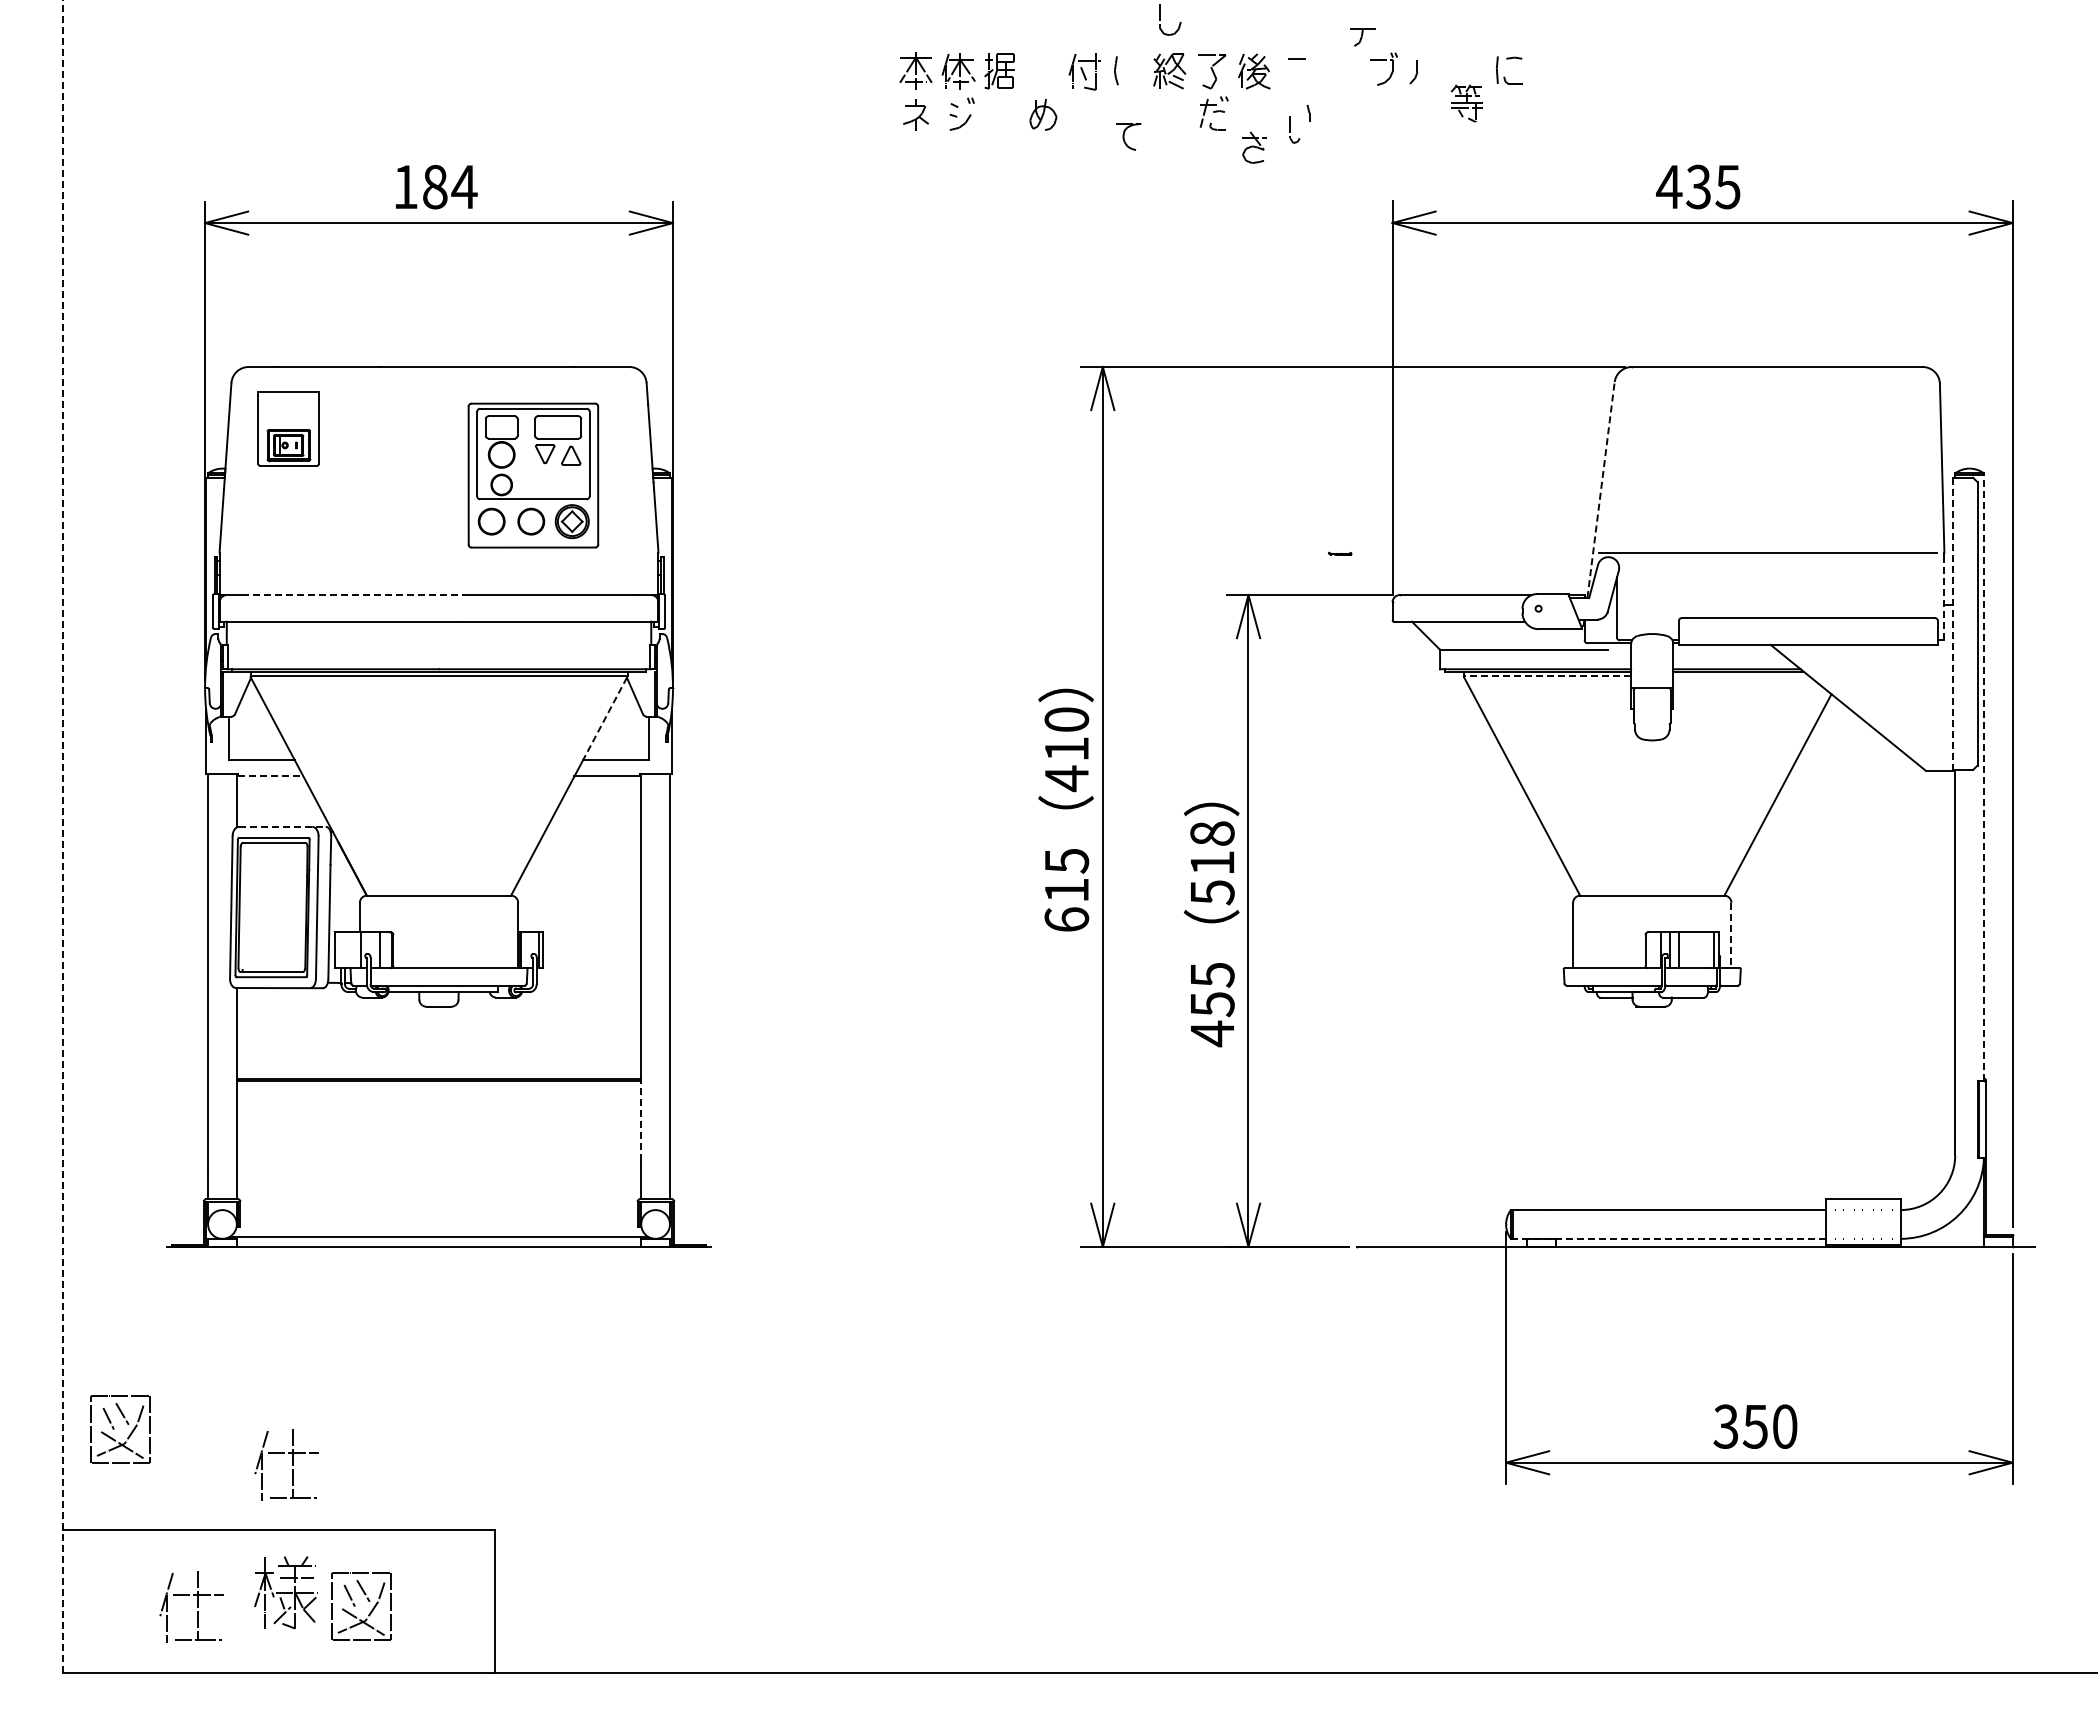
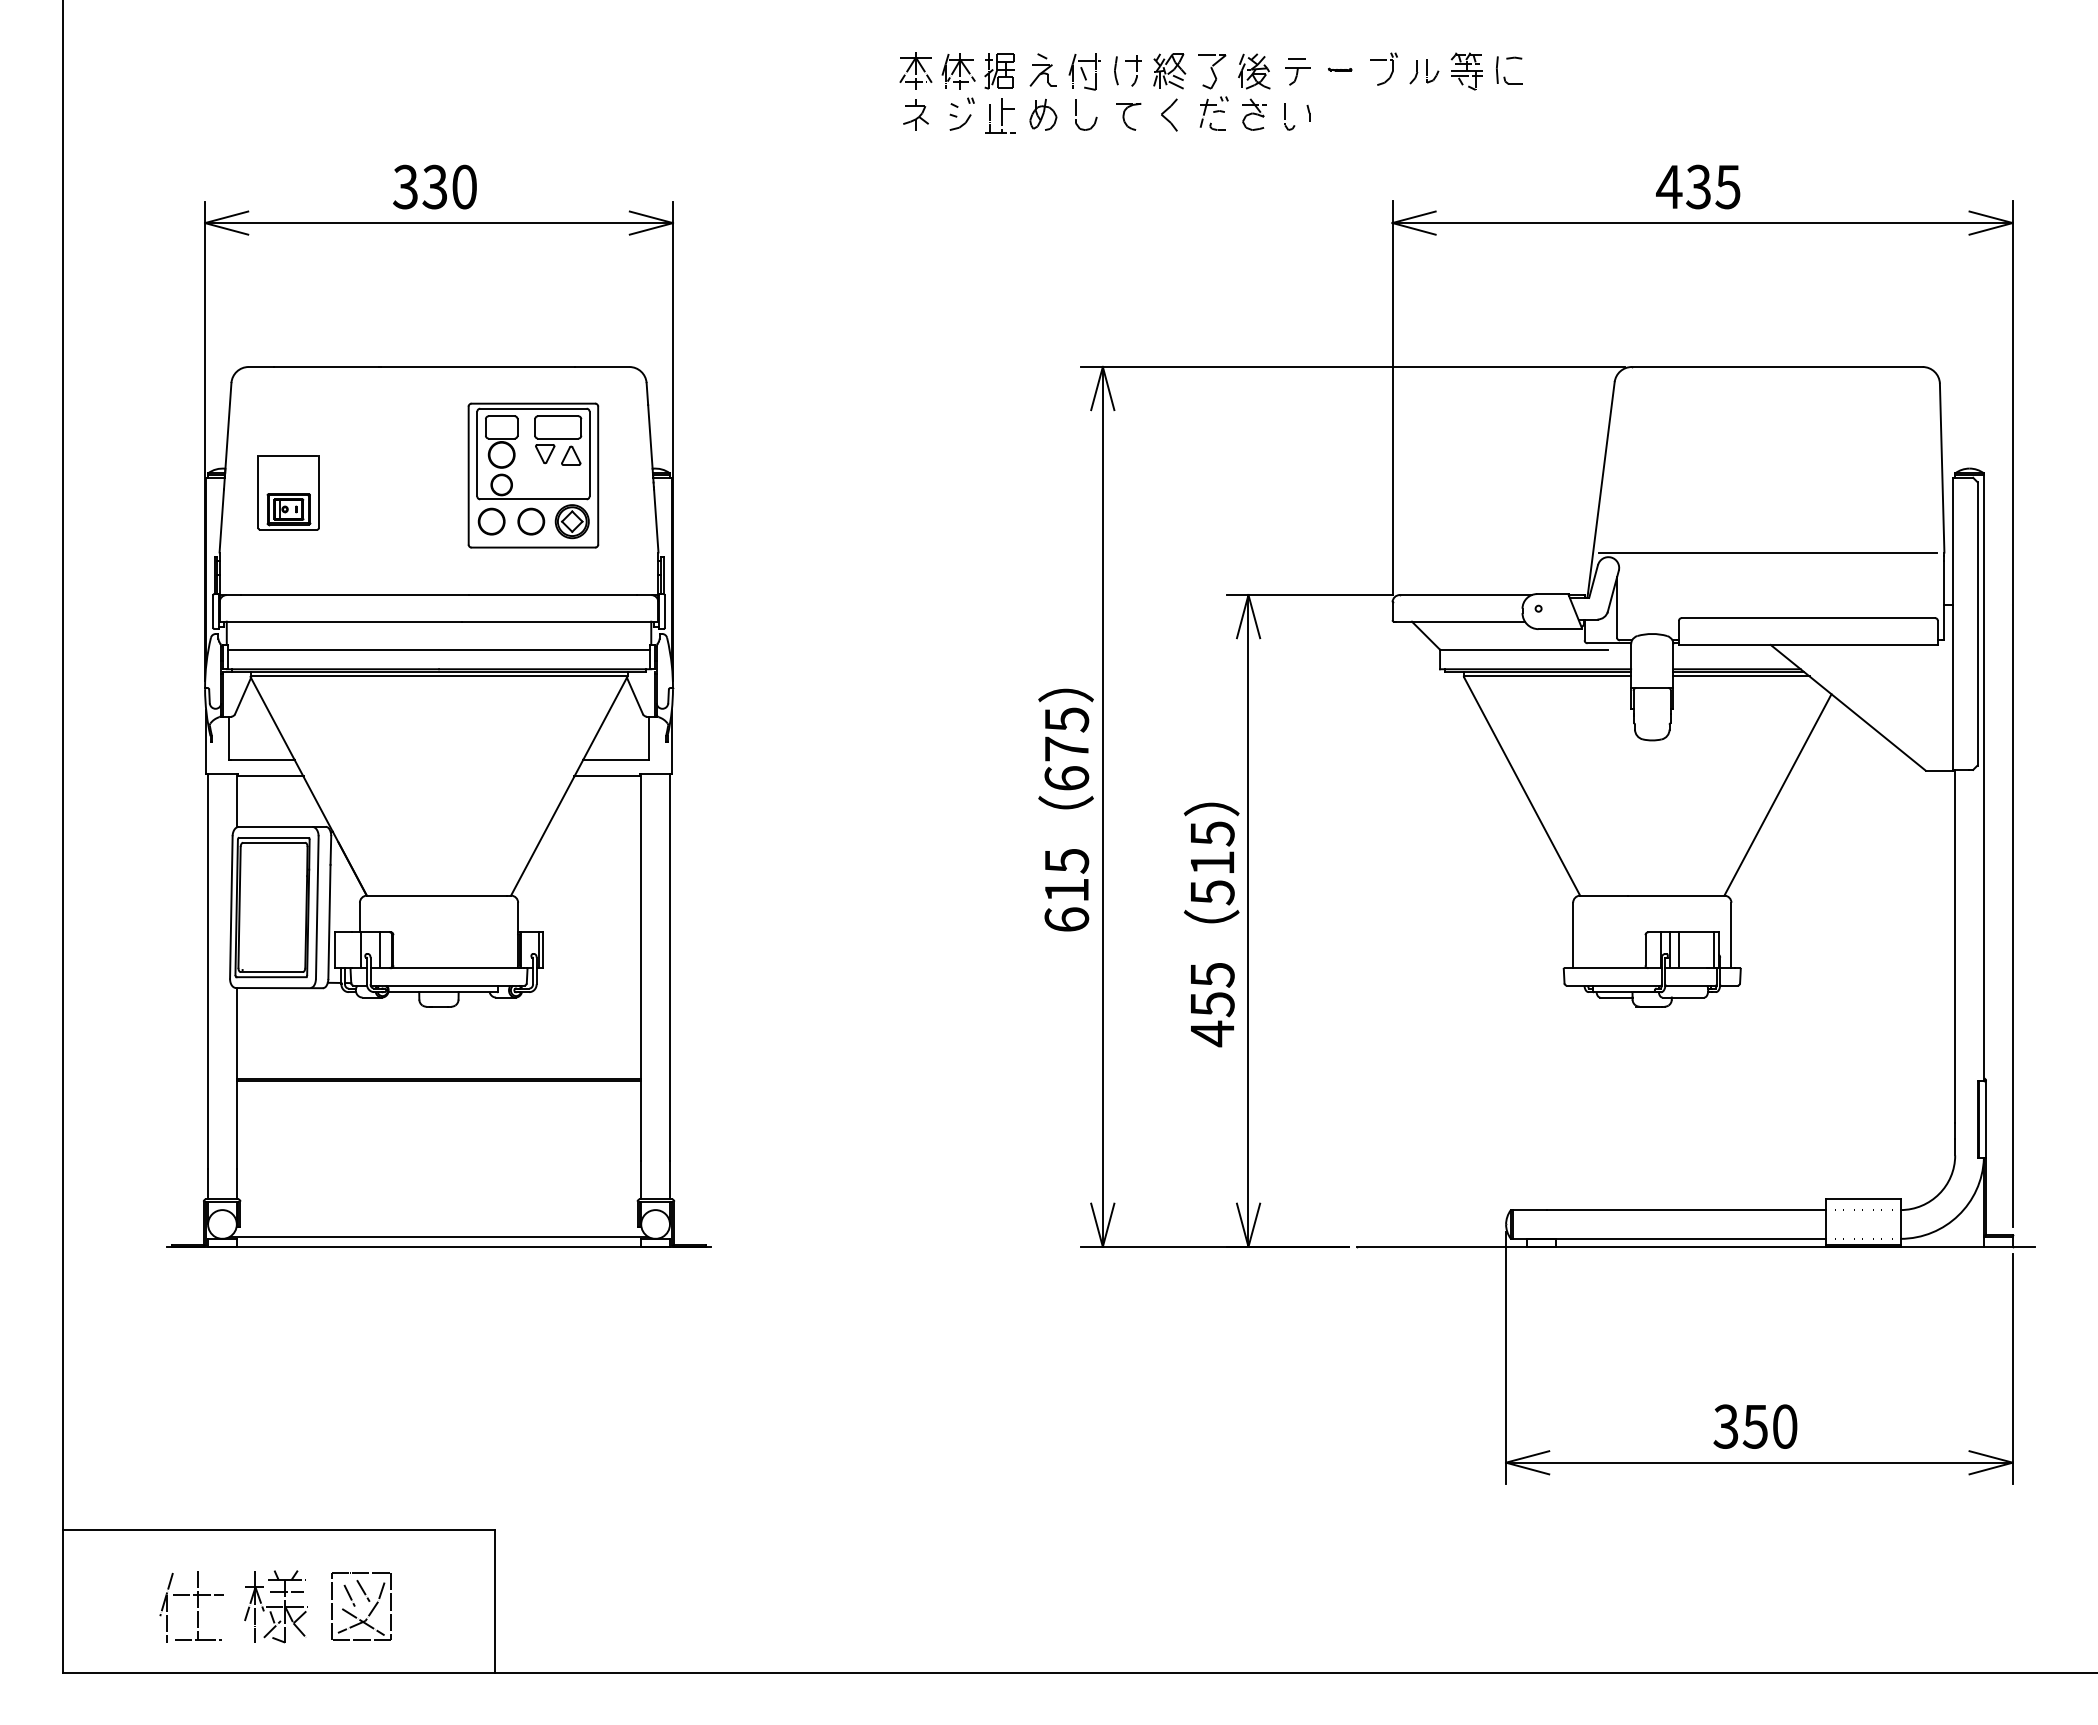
part at (1179, 22) position: (1179, 22) -> (1095, 117)
part at (1362, 37) position: (1362, 37) -> (1297, 76)
part at (1042, 69): none -> present
part at (1133, 70): none -> present
part at (1432, 71): none -> present
part at (1466, 103) position: (1466, 103) -> (1466, 71)
part at (1169, 114): none -> present
part at (1000, 115): none -> present
part at (1294, 129) position: (1294, 129) -> (1289, 116)
part at (1128, 136) position: (1128, 136) -> (1128, 116)
part at (1254, 147) position: (1254, 147) -> (1254, 114)
text at (435, 186): 184 -> 330
part at (288, 428) position: (288, 428) -> (288, 492)
line at (1601, 490): dashed -> solid
line at (1340, 553) position: (1340, 553) -> (1340, 69)
line at (354, 595): dashed -> solid
line at (1944, 600): dashed -> solid
line at (1953, 623): dashed -> solid
line at (438, 649): none -> present
line at (1548, 676): dashed -> solid
line at (1741, 676): none -> present
line at (605, 718): dashed -> solid
text at (1066, 749): 410 -> 675
line at (270, 776): dashed -> solid
line at (1983, 778): dashed -> solid
line at (282, 826): dashed -> solid
text at (1212, 833): 518 -> 515
line at (62, 836): dashed -> solid
line at (1731, 935): dashed -> solid
line at (641, 1120): dashed -> solid
line at (1668, 1238): dashed -> solid
part at (120, 1429): present -> none
part at (286, 1464): present -> none
part at (285, 1592) position: (285, 1592) -> (275, 1606)
